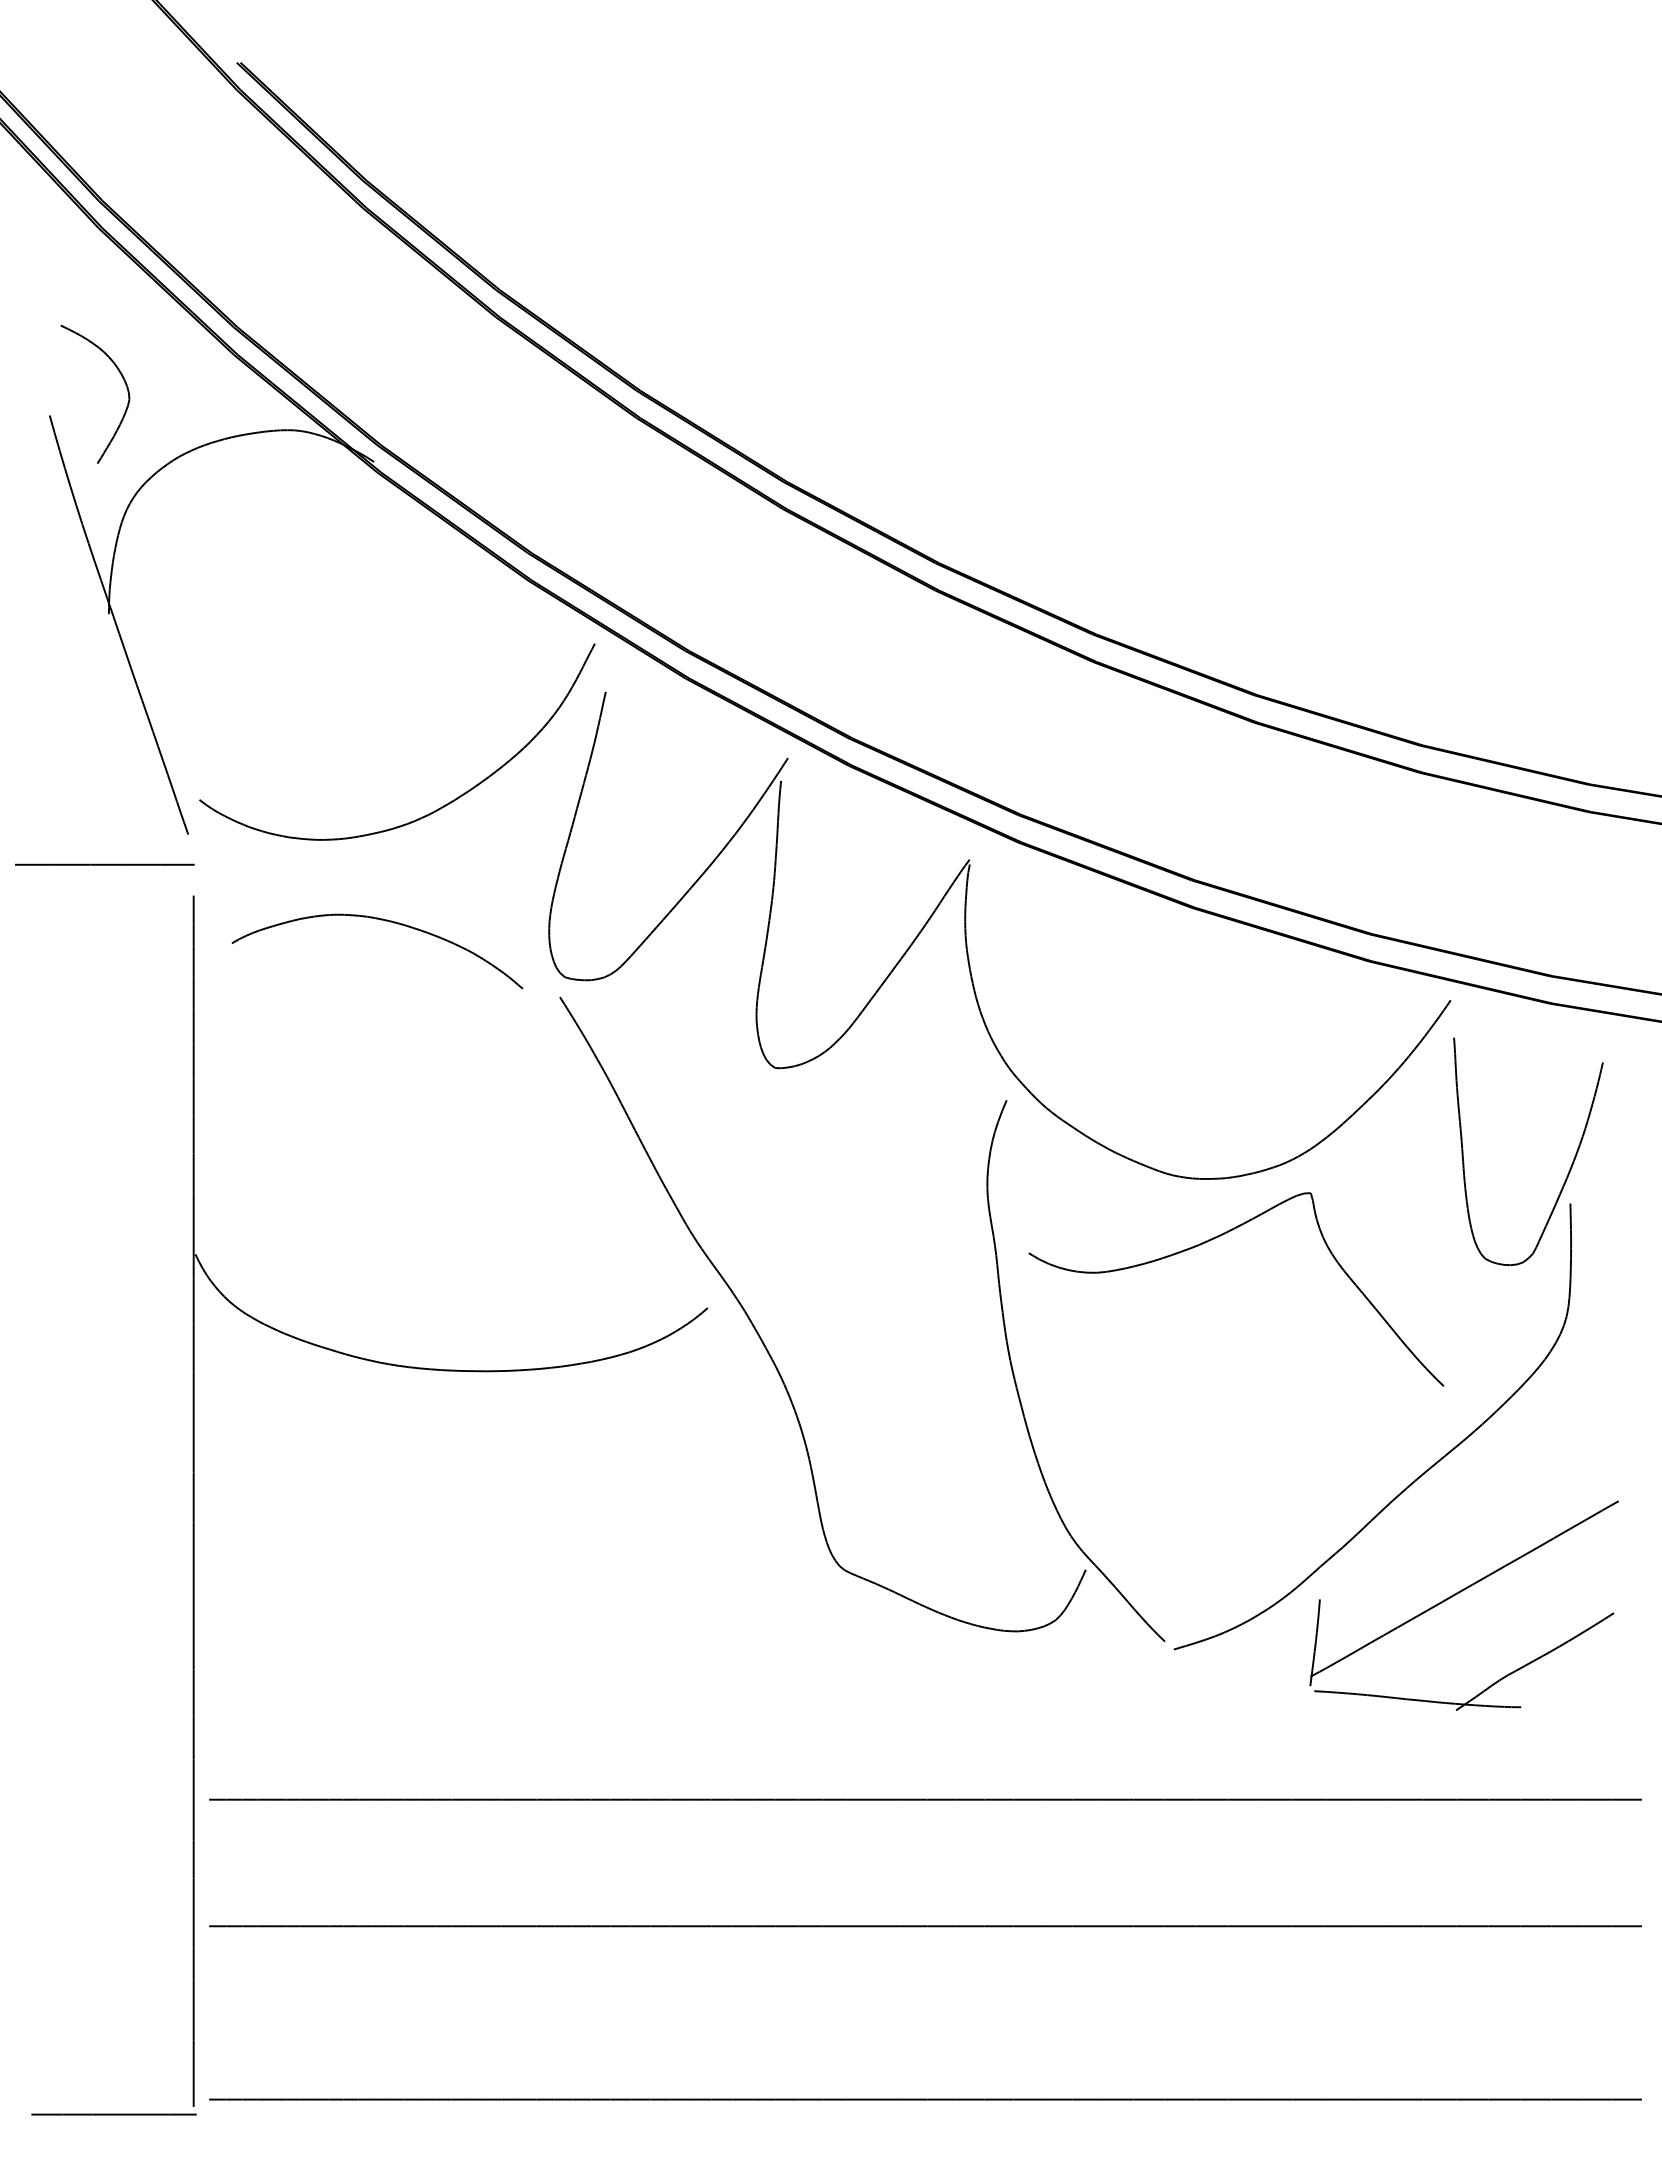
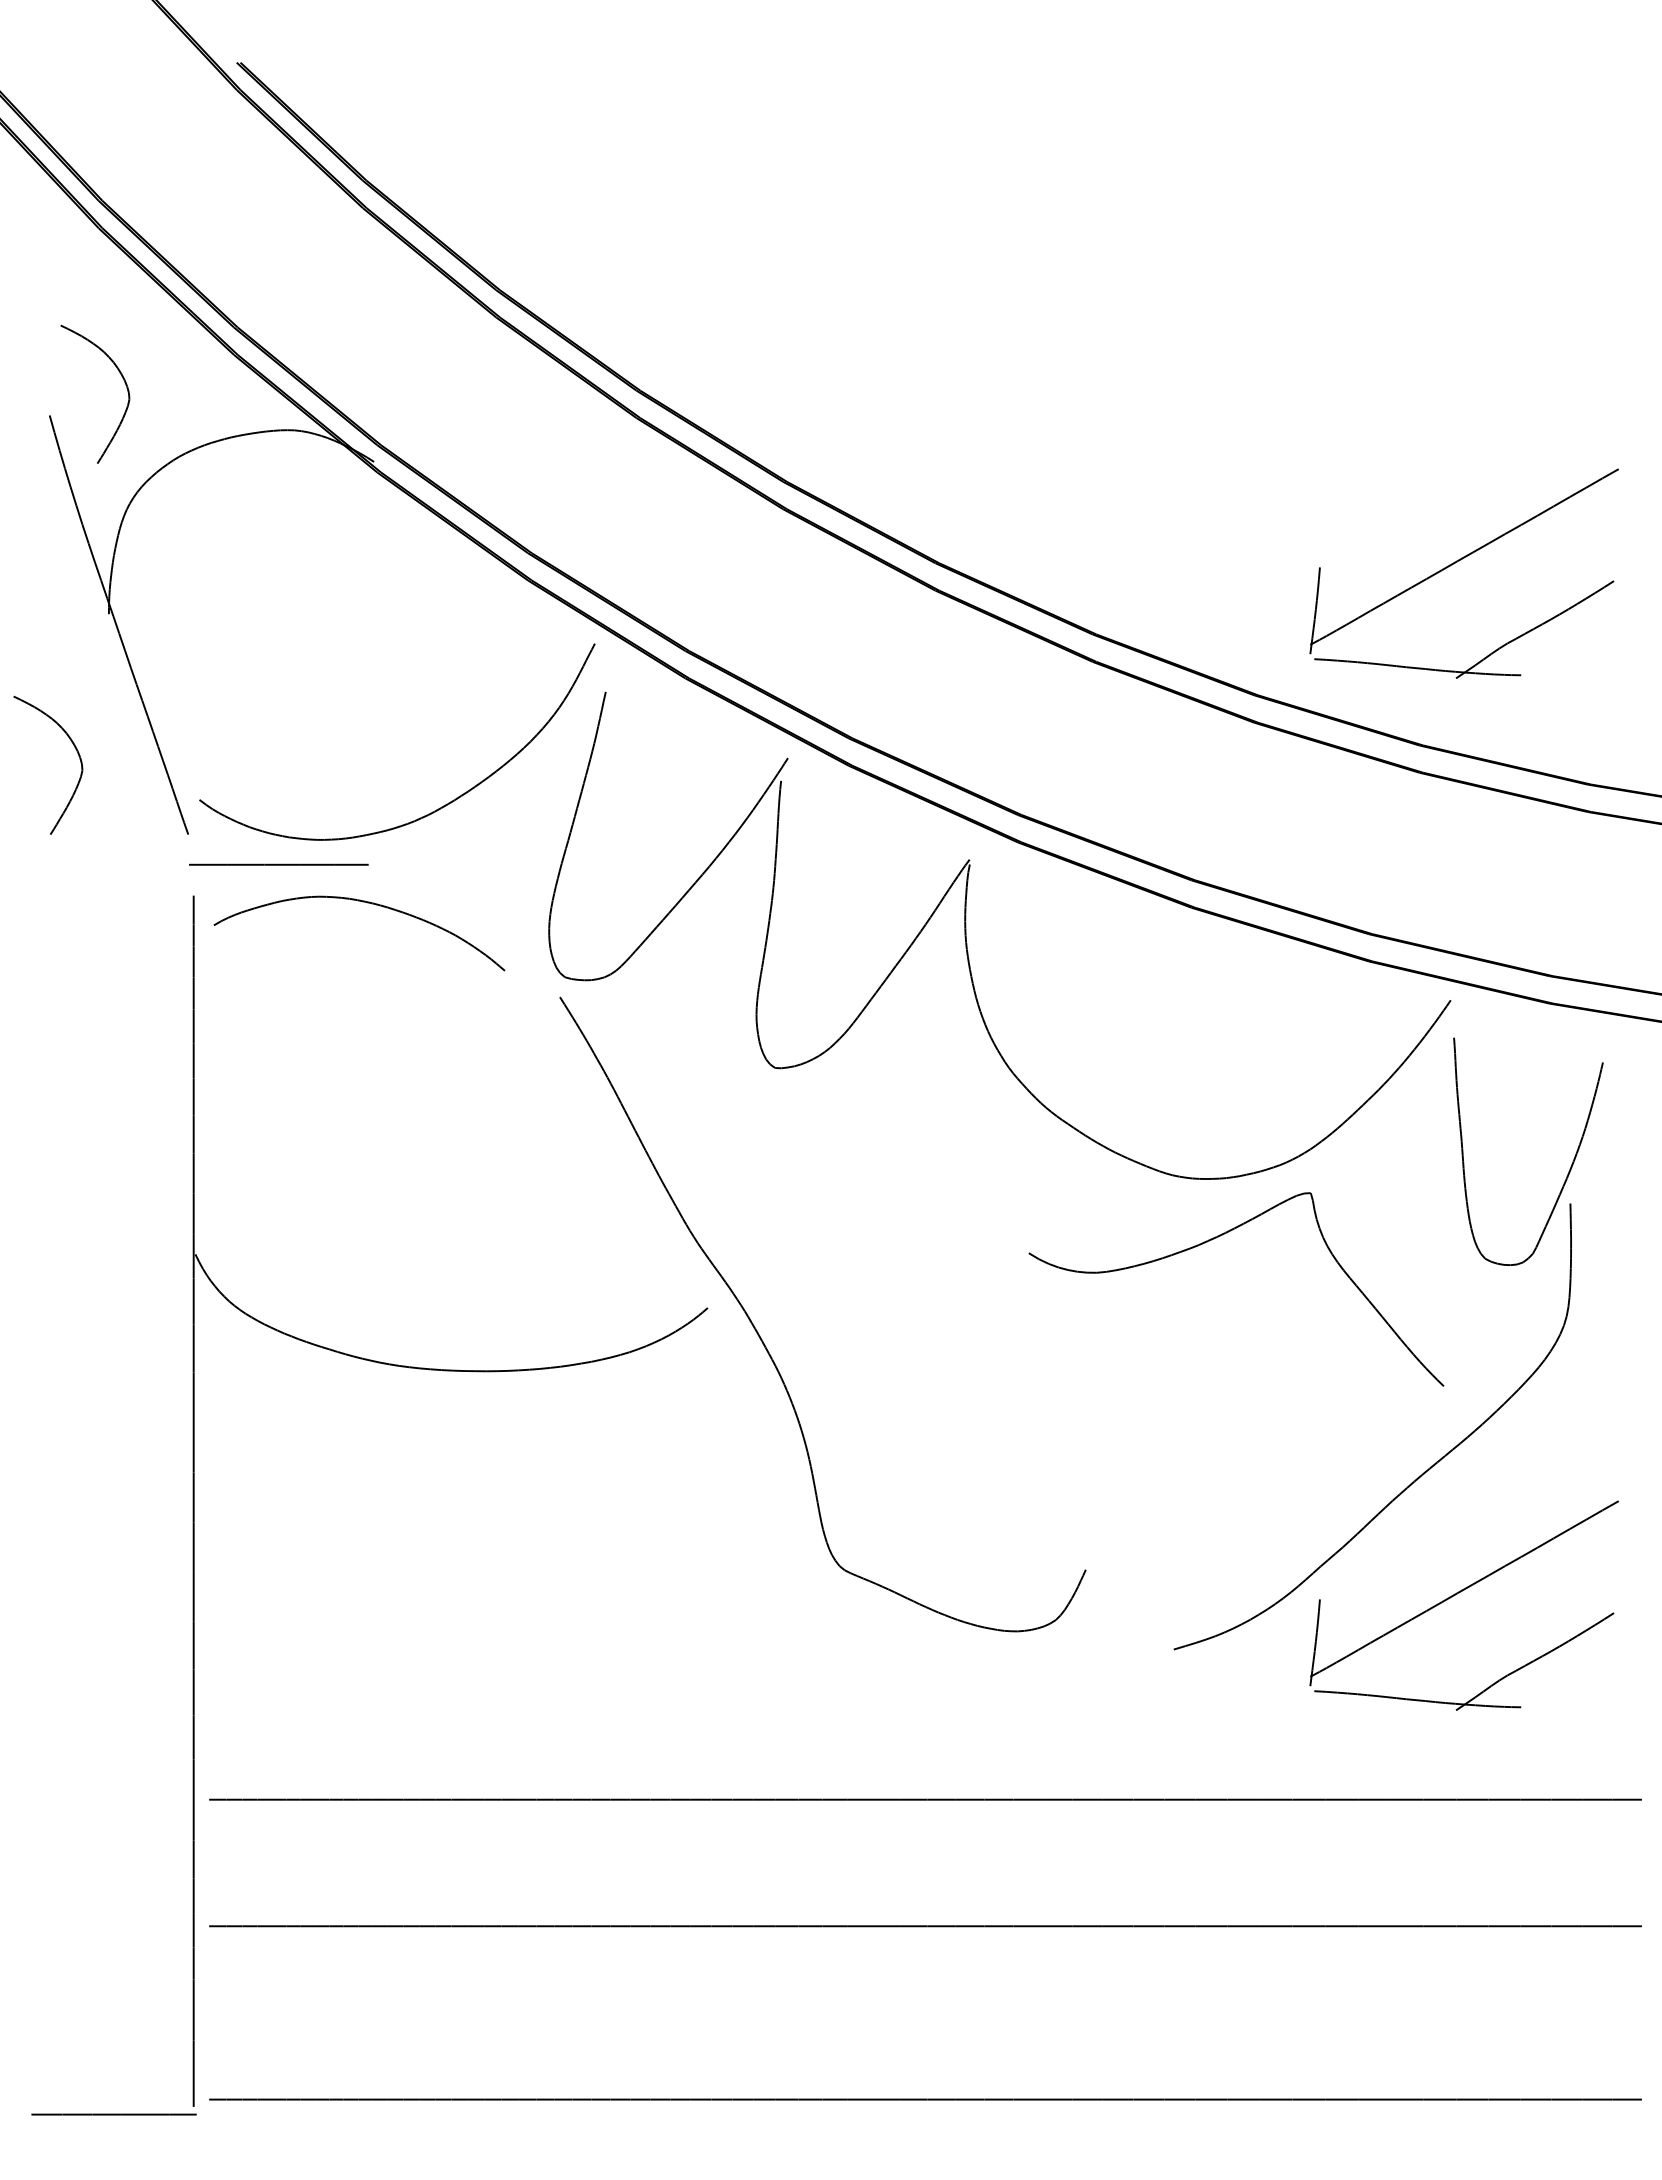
part at (1457, 562): none -> present
part at (76, 751): none -> present
line at (104, 864) position: (104, 864) -> (278, 864)
part at (385, 921) position: (385, 921) -> (367, 903)
part at (1017, 1386): present -> none
